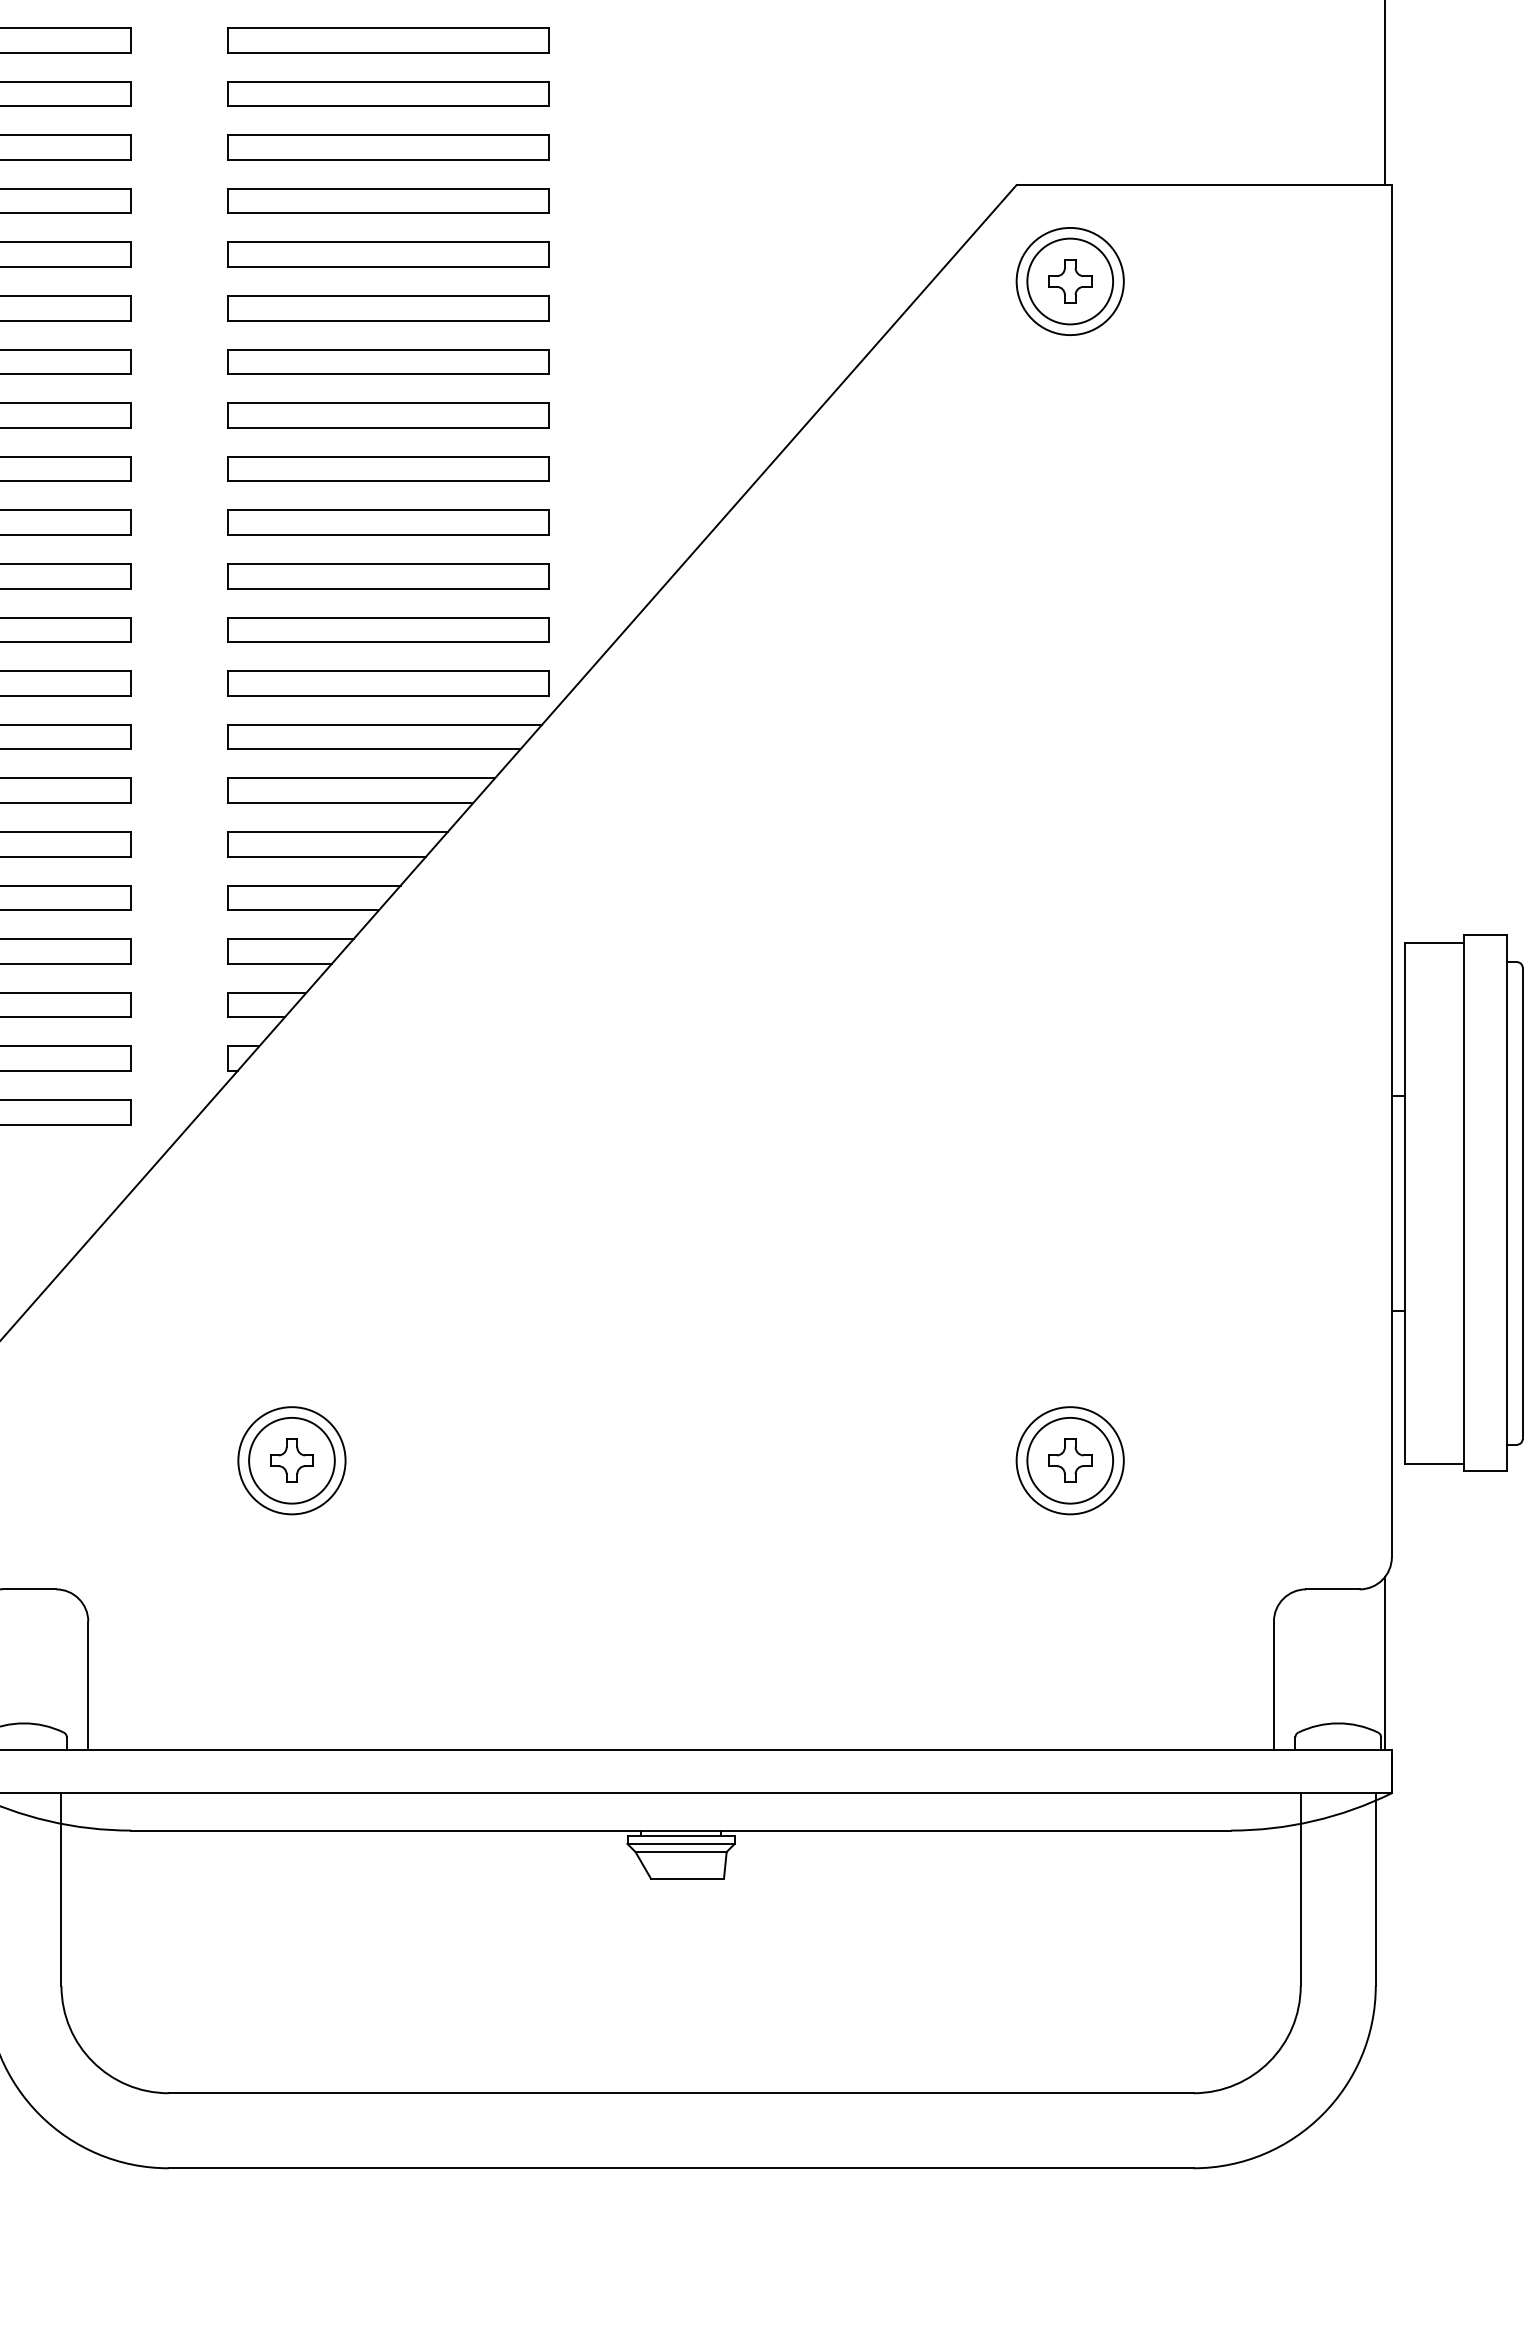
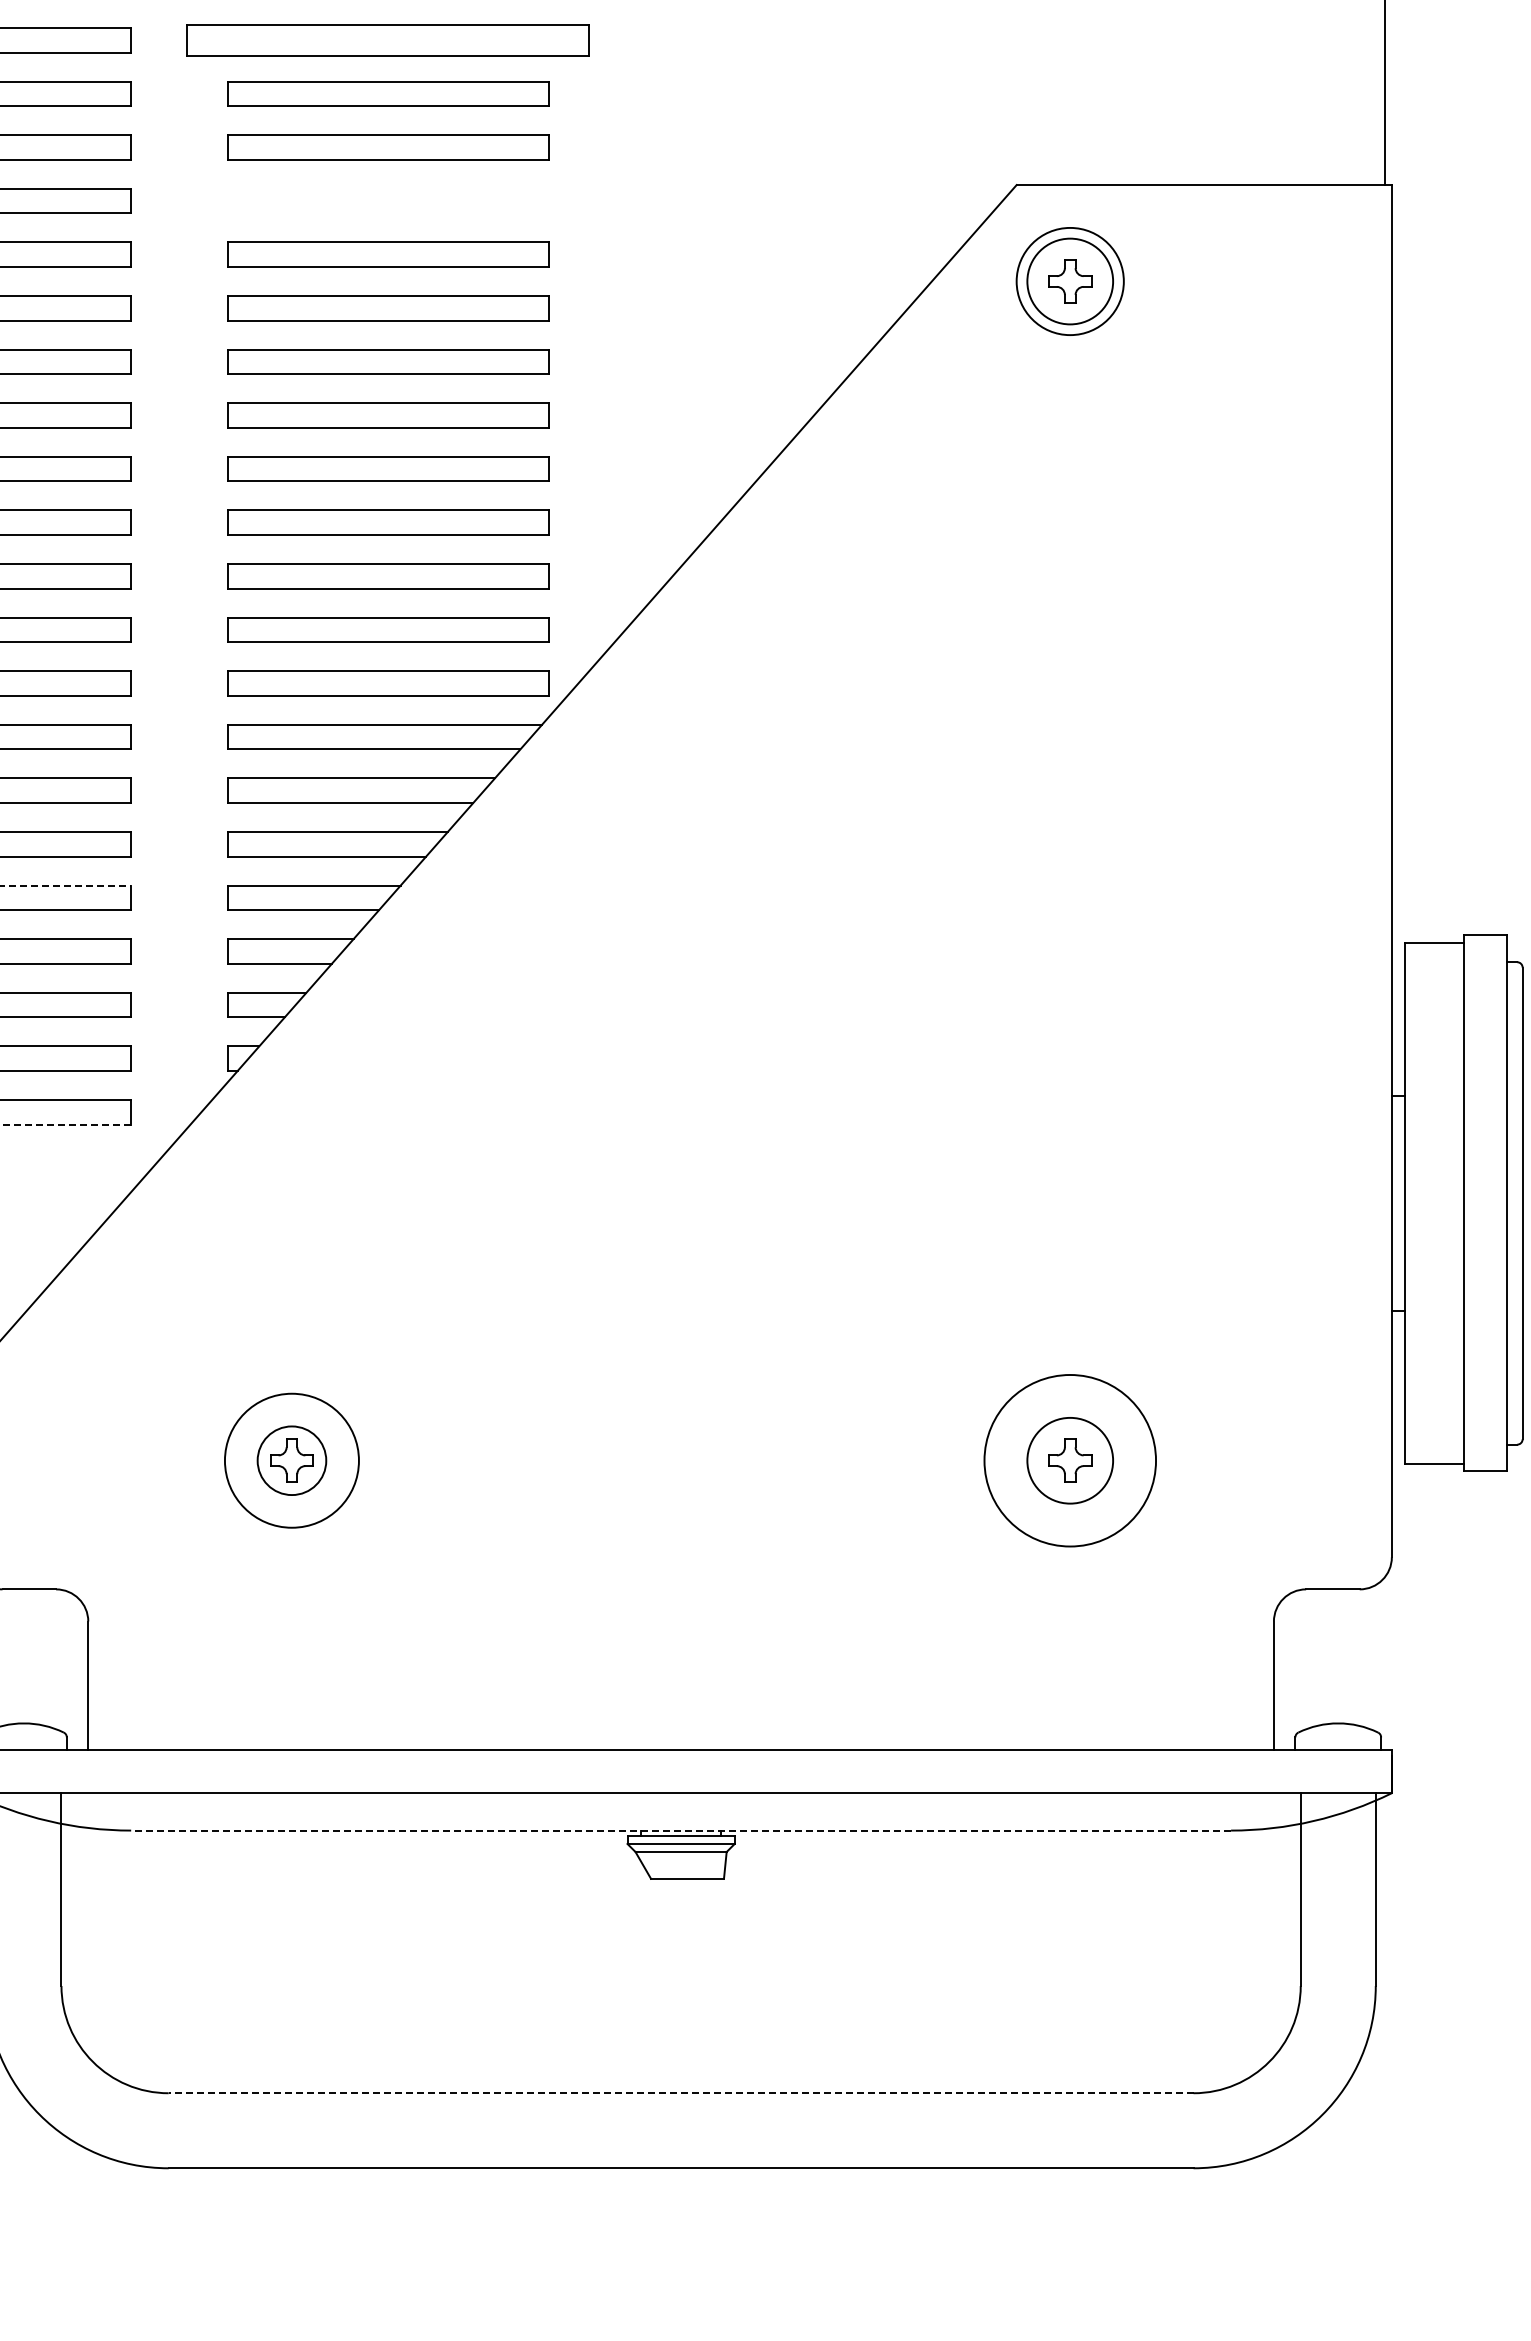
part at (388, 40) size: 323x27 px -> 404x33 px
part at (388, 200): present -> none
line at (66, 885): solid -> dashed
line at (65, 1124): solid -> dashed
circle at (291, 1460) diameter: 107 px -> 134 px
circle at (291, 1460) diameter: 86 px -> 69 px
circle at (1069, 1460) diameter: 107 px -> 172 px
line at (1385, 1663): present -> none
line at (681, 1830): solid -> dashed
line at (680, 2093): solid -> dashed
